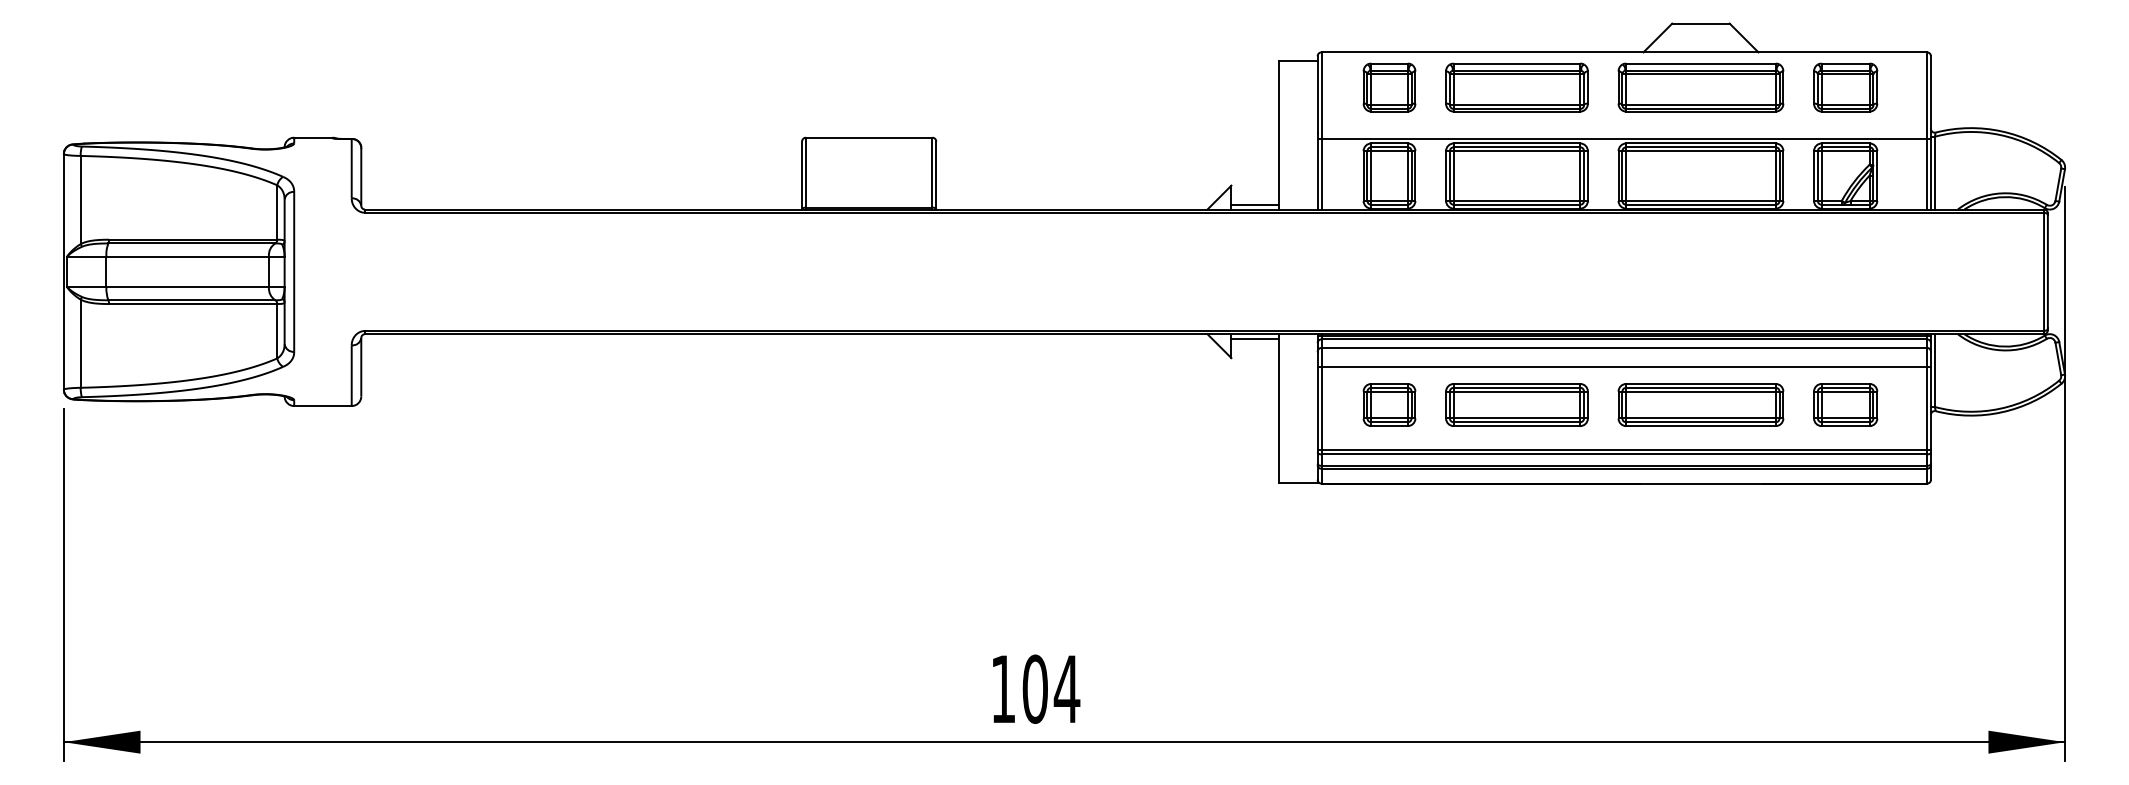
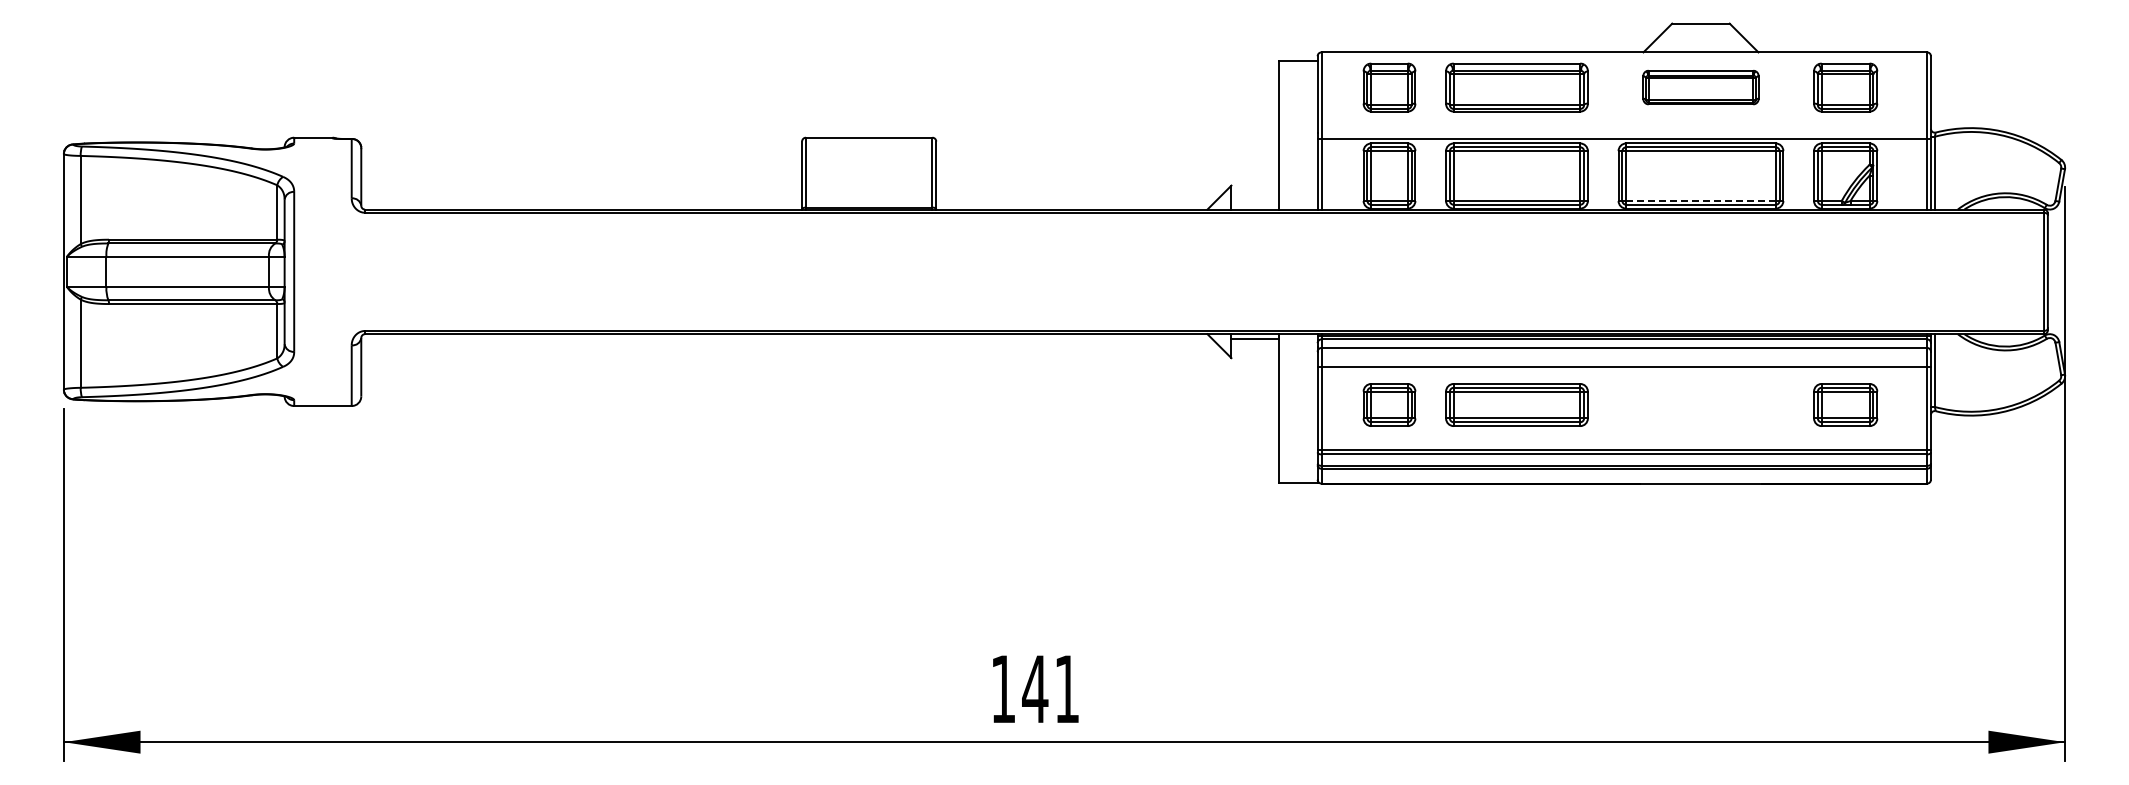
part at (1700, 87) size: 168x51 px -> 118x36 px
line at (1700, 200): solid -> dashed
line at (1255, 204): present -> none
part at (1700, 404): present -> none
text at (1051, 688): 104 -> 141
